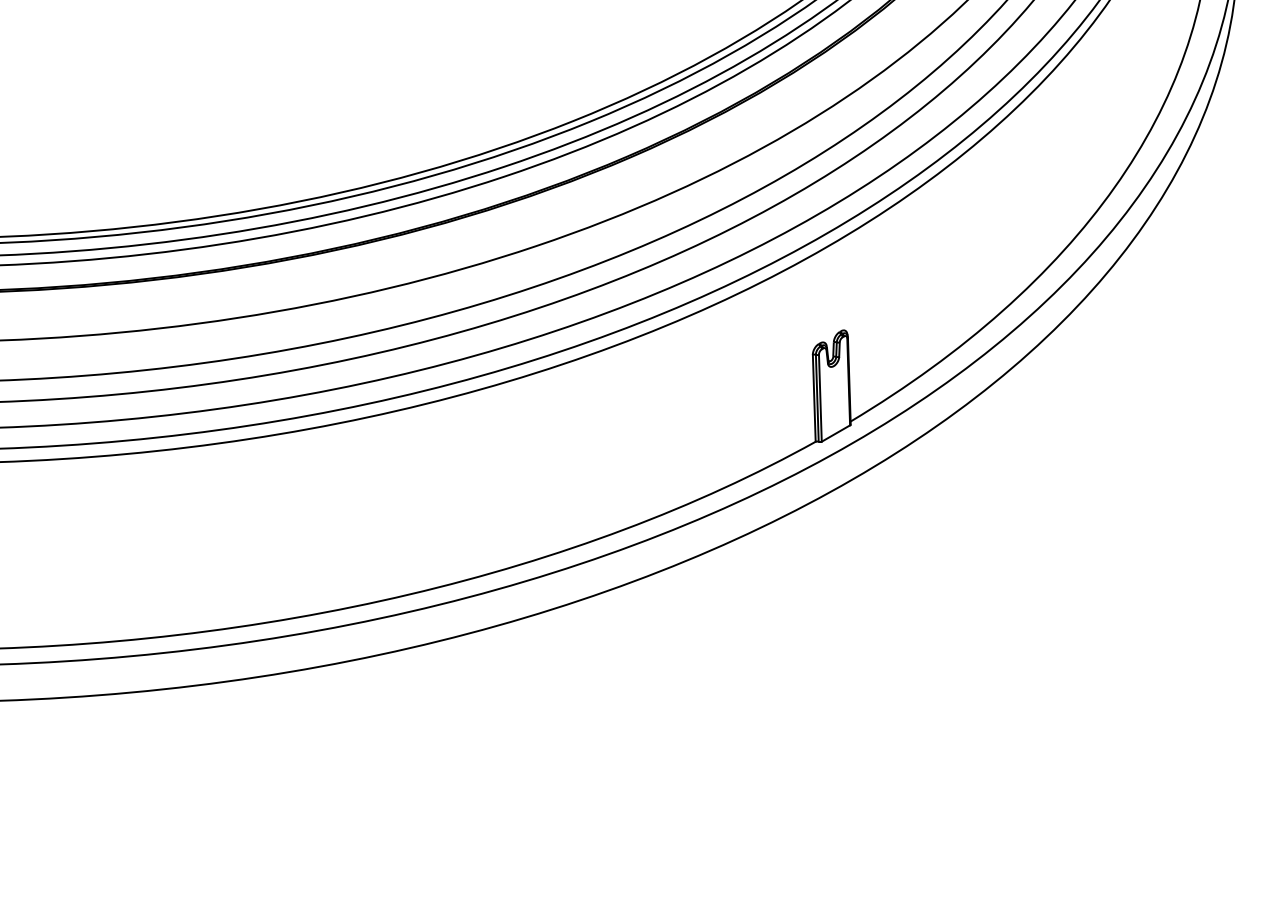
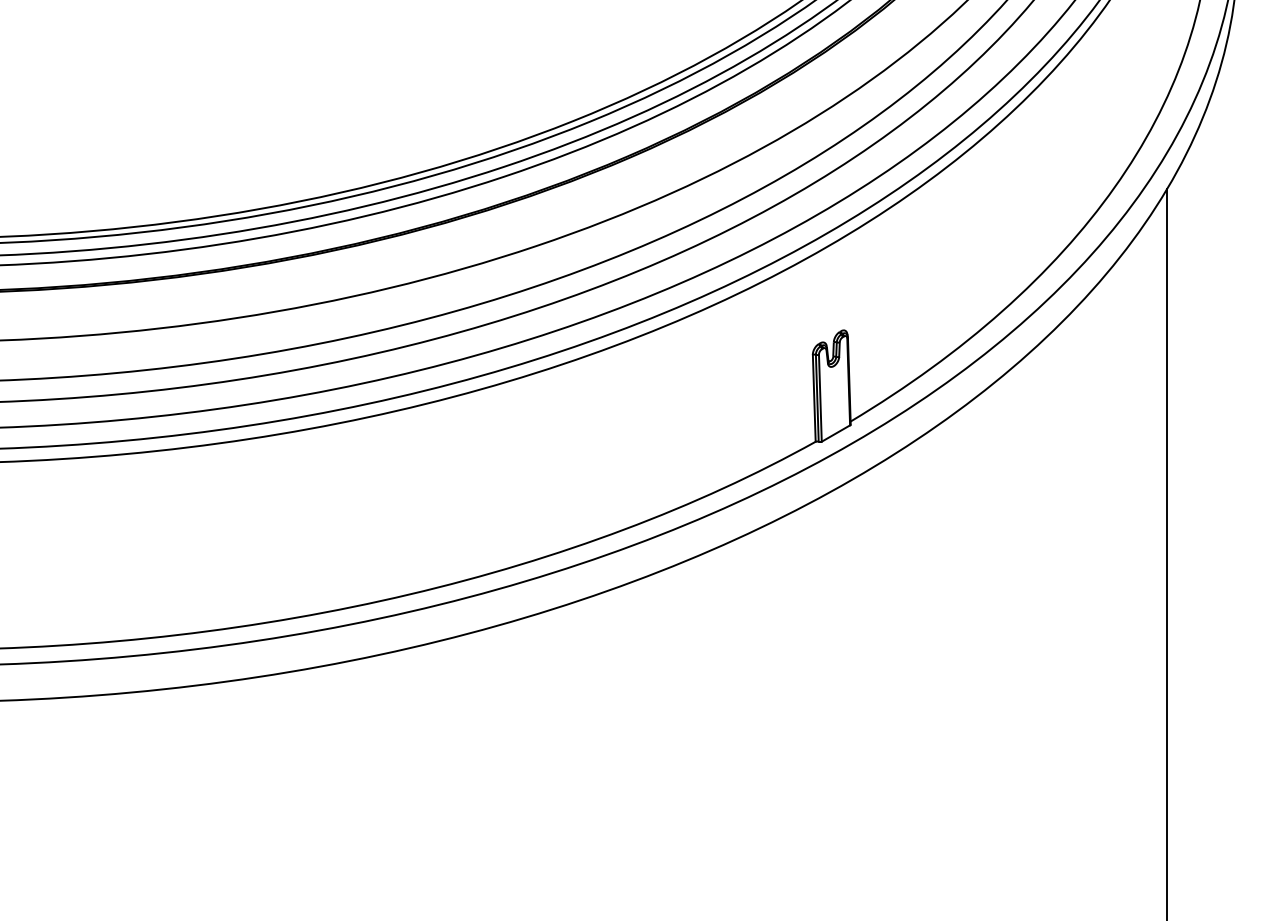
line at (1166, 553): none -> present
